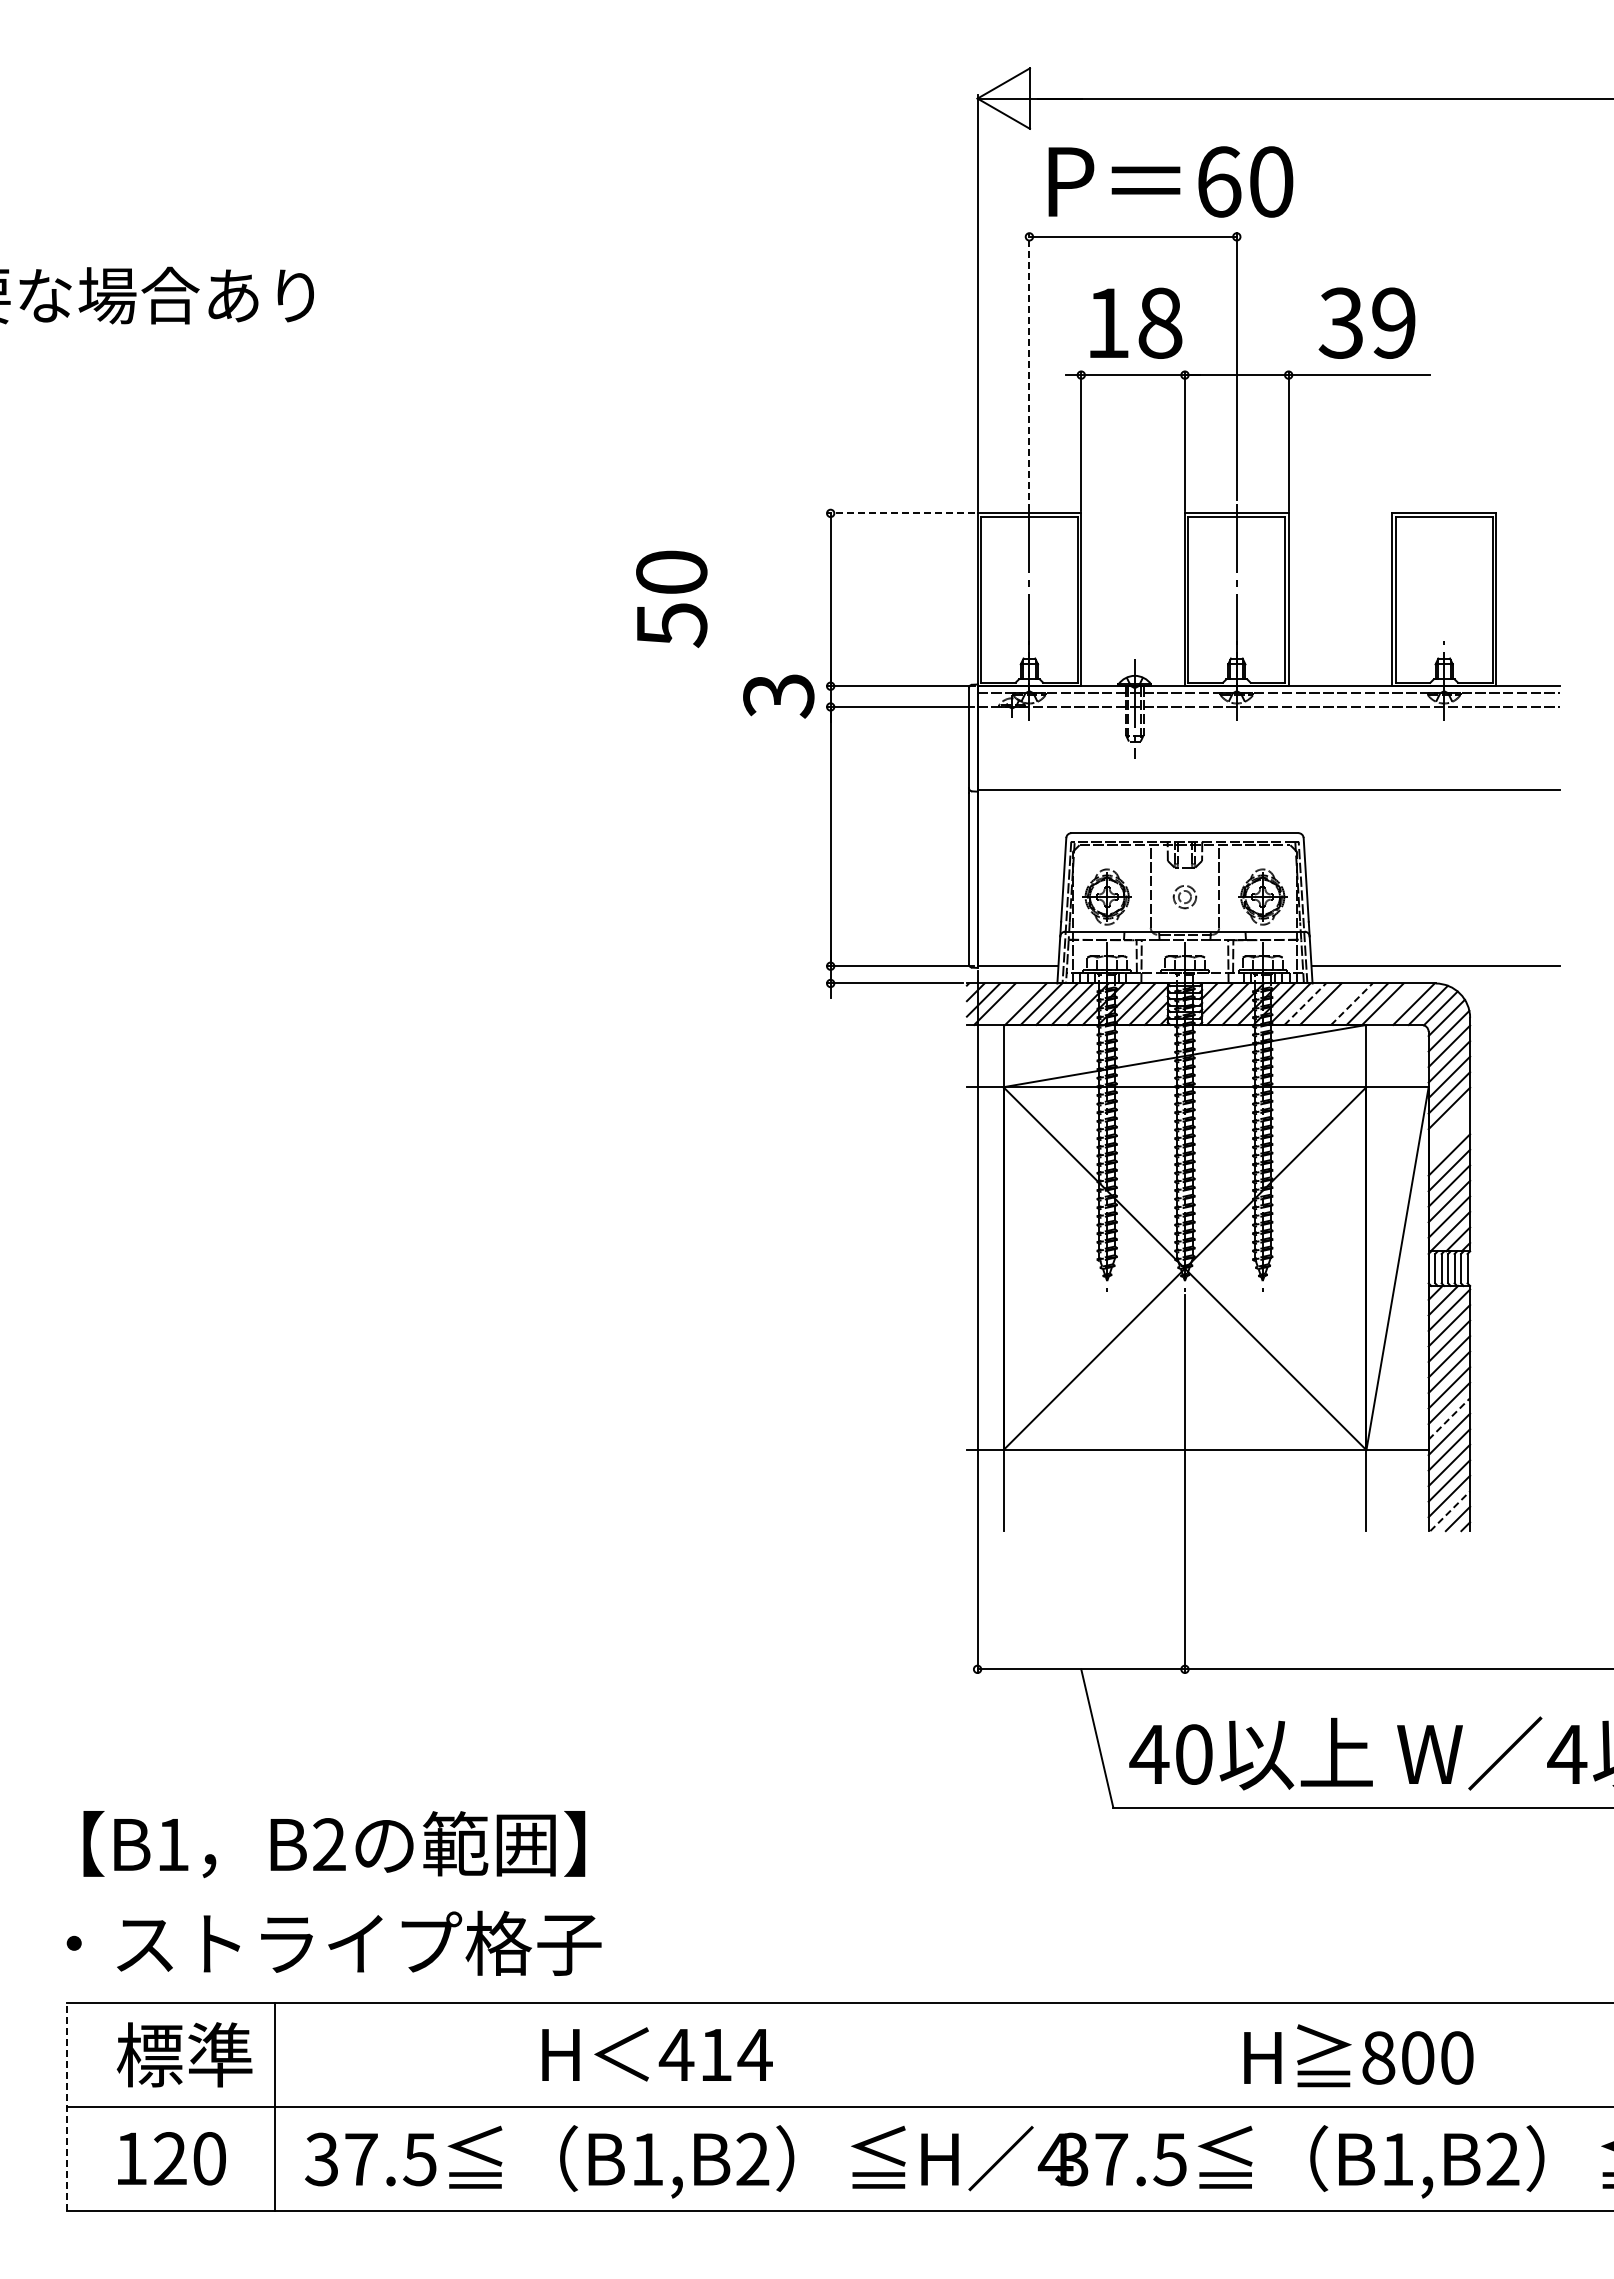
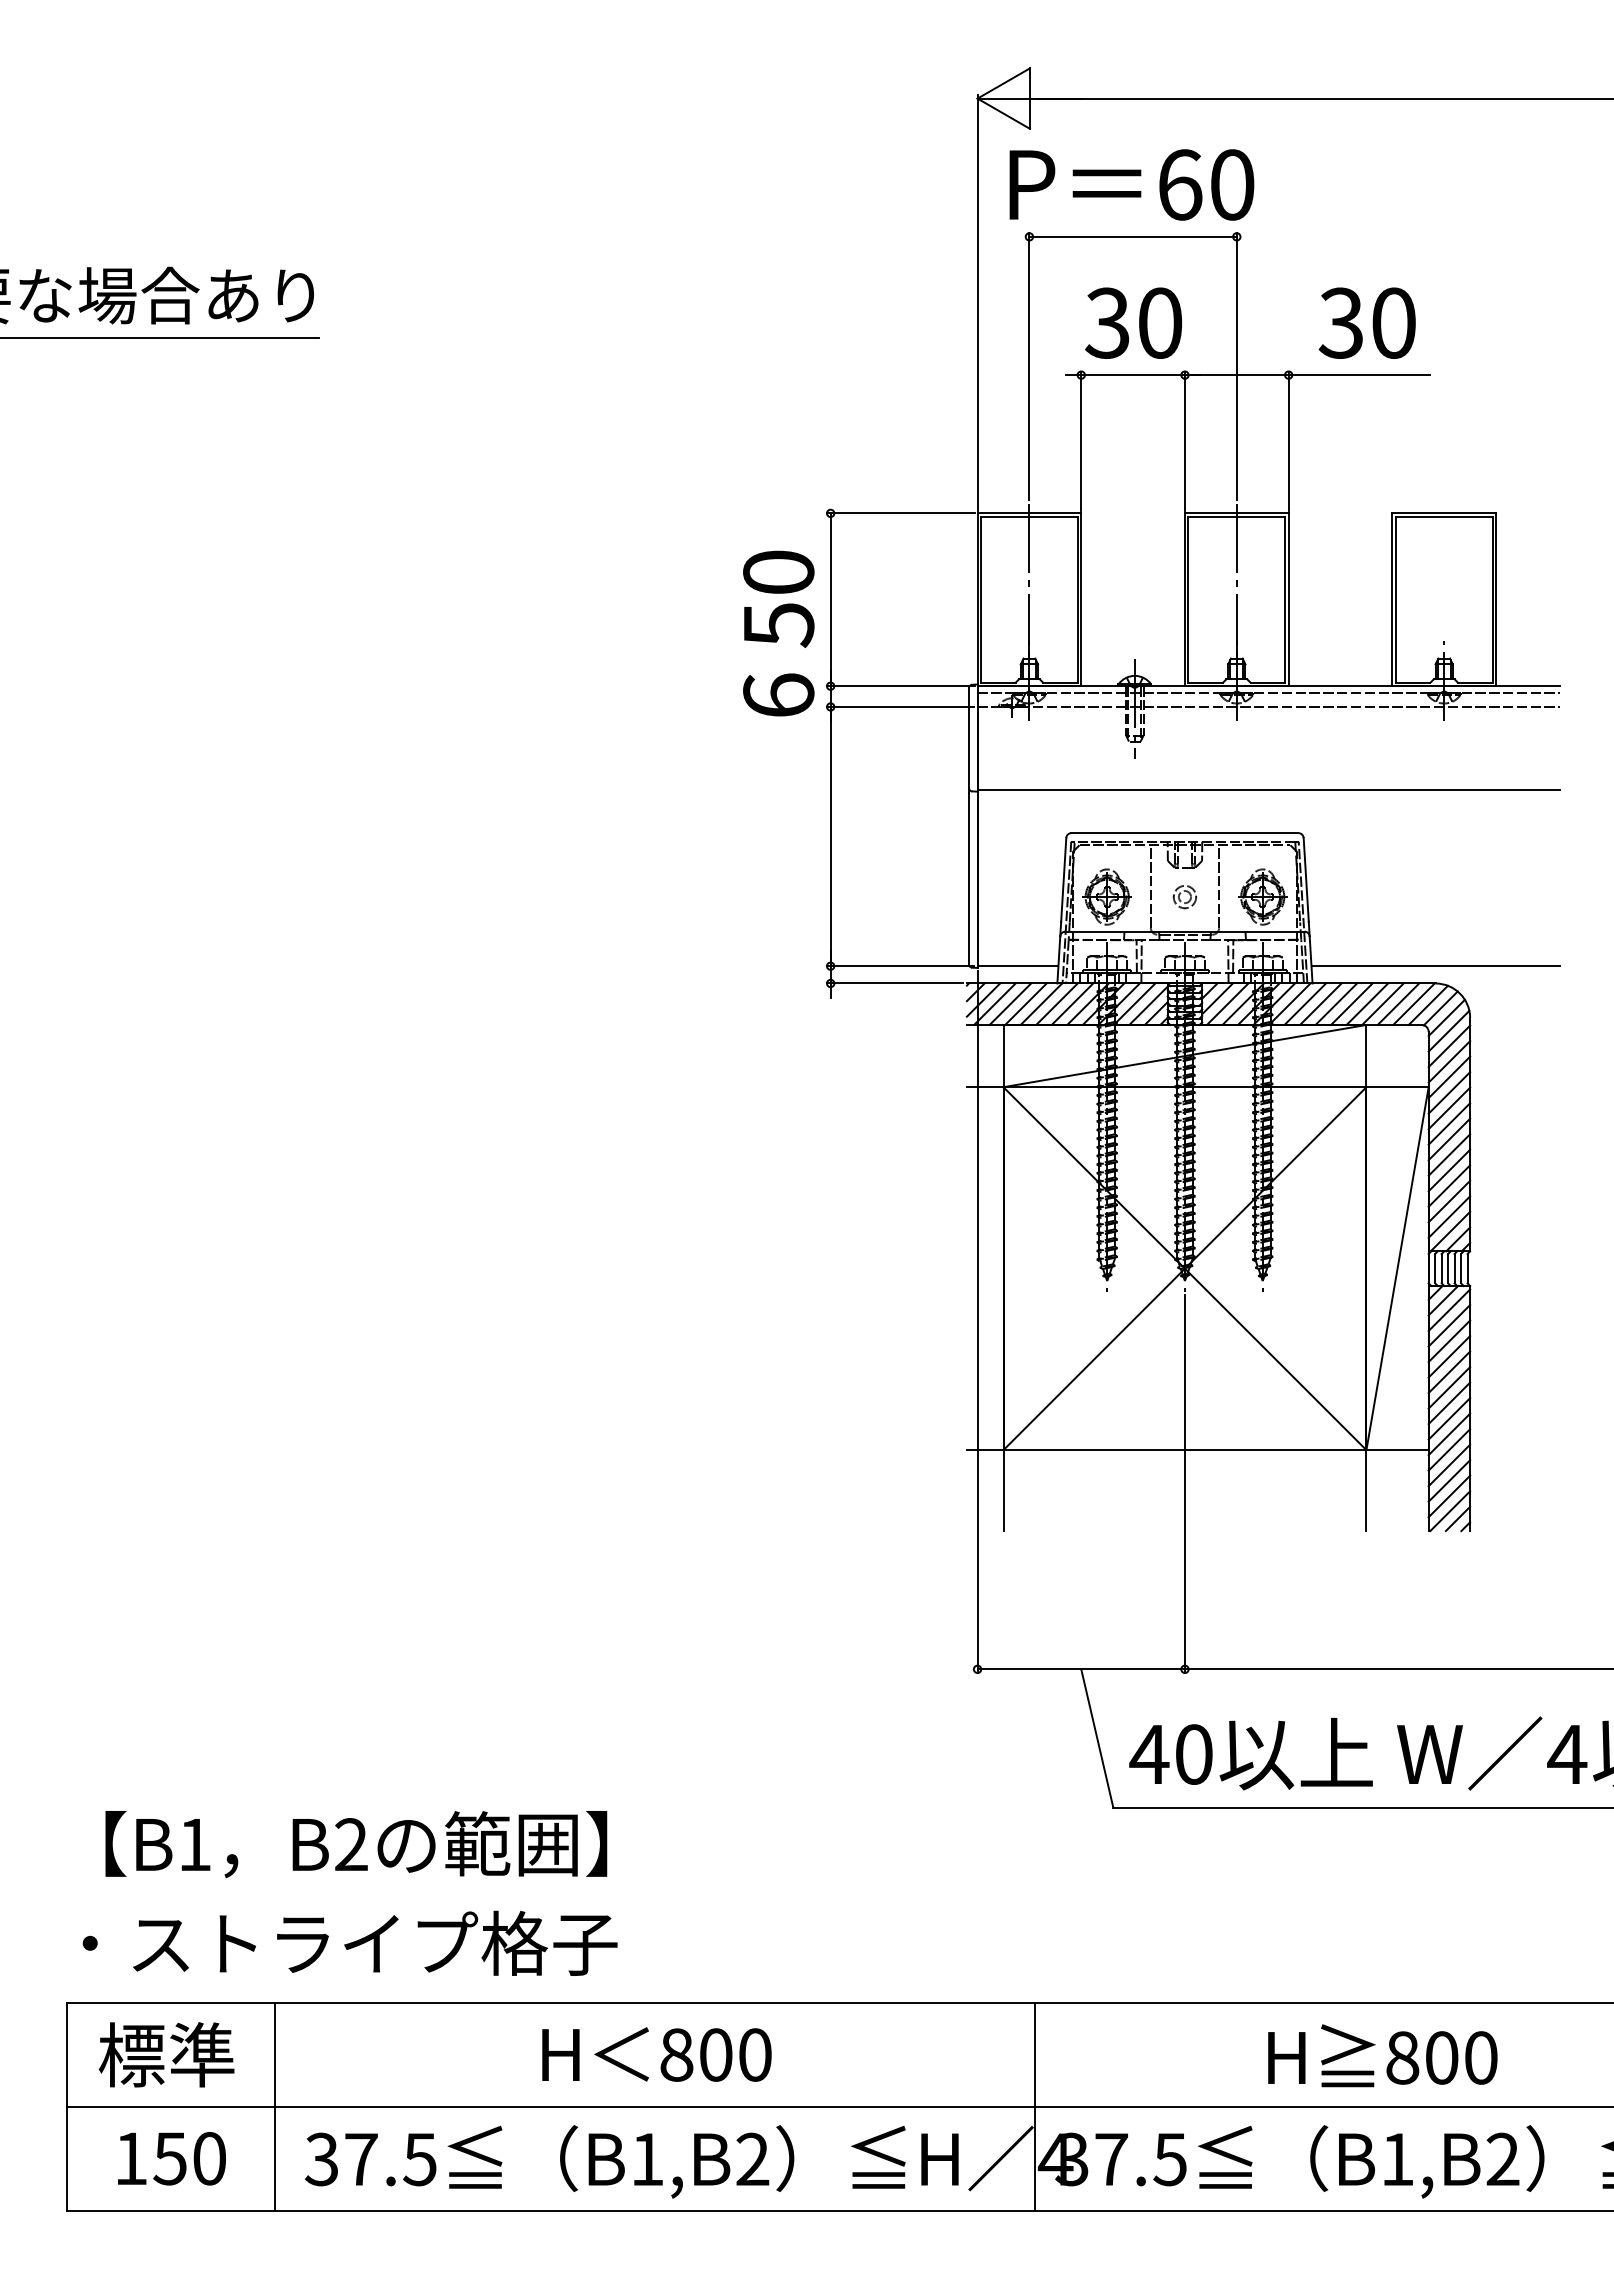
text at (1170, 181) position: (1170, 181) -> (1131, 184)
text at (1133, 322): 18 -> 30
text at (1393, 322): 39 -> 30
line at (160, 337): none -> present
line at (1029, 366): dashed -> solid
line at (901, 513): dashed -> solid
text at (671, 598) position: (671, 598) -> (778, 598)
text at (778, 695): 3 -> 6
line at (1010, 1003): none -> present
line at (1305, 1003): dashed -> solid
line at (1336, 1003): none -> present
line at (1352, 1003): dashed -> solid
line at (1398, 1003): none -> present
line at (1449, 1123): none -> present
line at (1449, 1139): none -> present
line at (1449, 1418): dashed -> solid
line at (1450, 1510): dashed -> solid
text at (334, 1844) position: (334, 1844) -> (356, 1844)
text at (333, 1942) position: (333, 1942) -> (349, 1942)
text at (184, 2054) position: (184, 2054) -> (166, 2054)
text at (715, 2054): 414 -> 800
text at (1358, 2055) position: (1358, 2055) -> (1382, 2055)
line at (67, 2106): dashed -> solid
line at (1035, 2106): none -> present
text at (169, 2158): 120 -> 150
